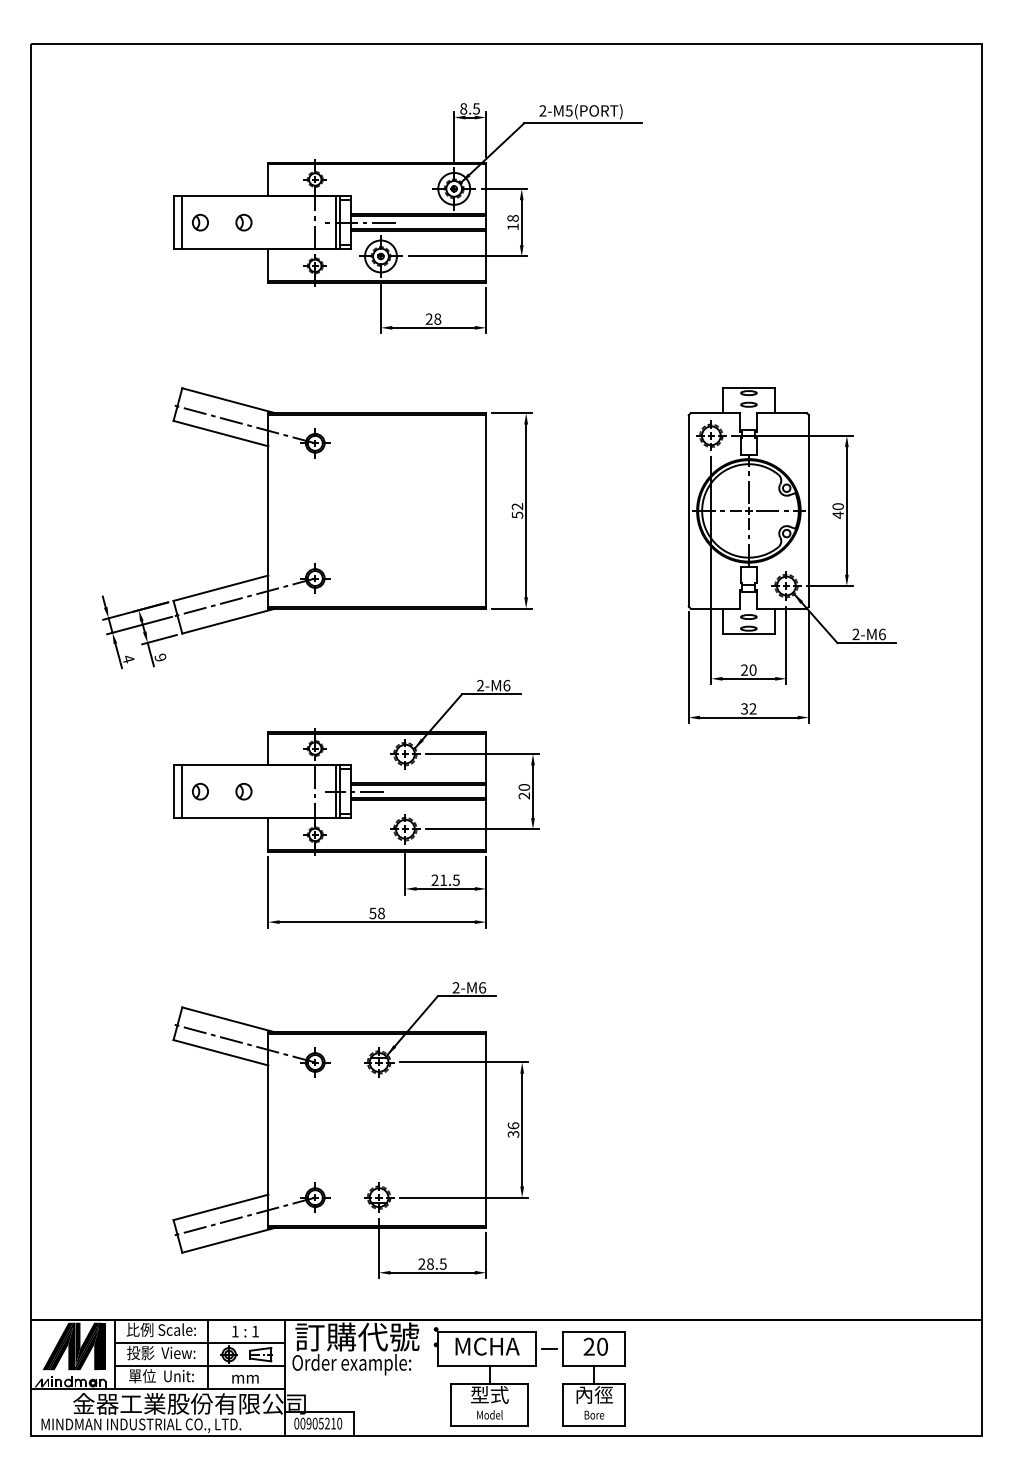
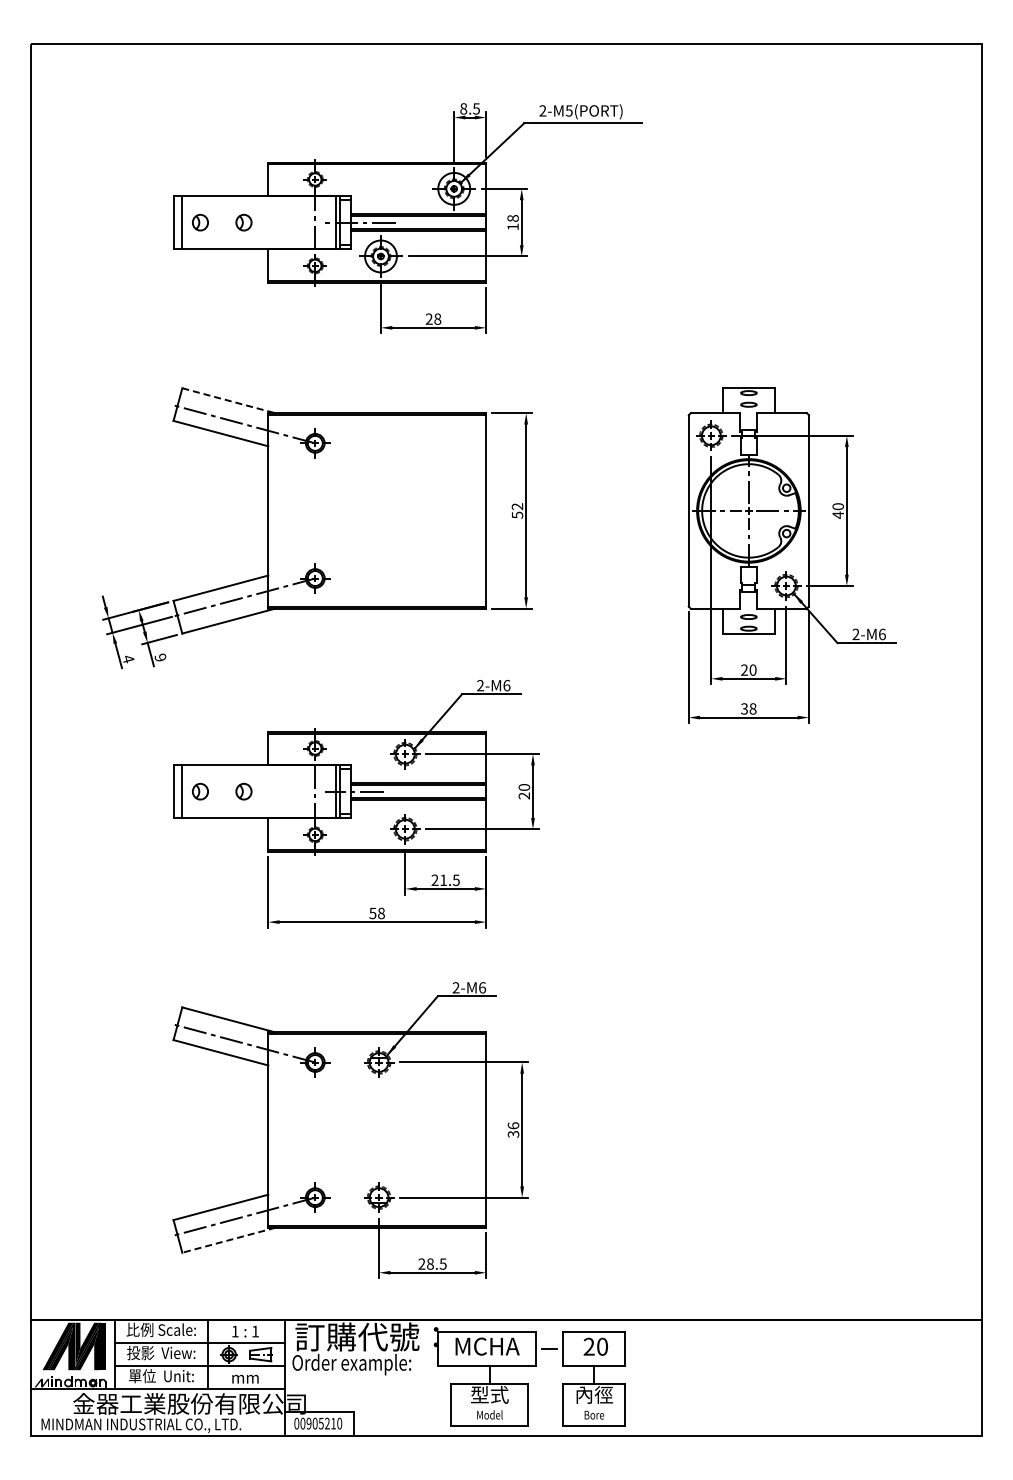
line at (229, 400): solid -> dashed
text at (752, 708): 32 -> 38
line at (228, 1240): solid -> dashed
